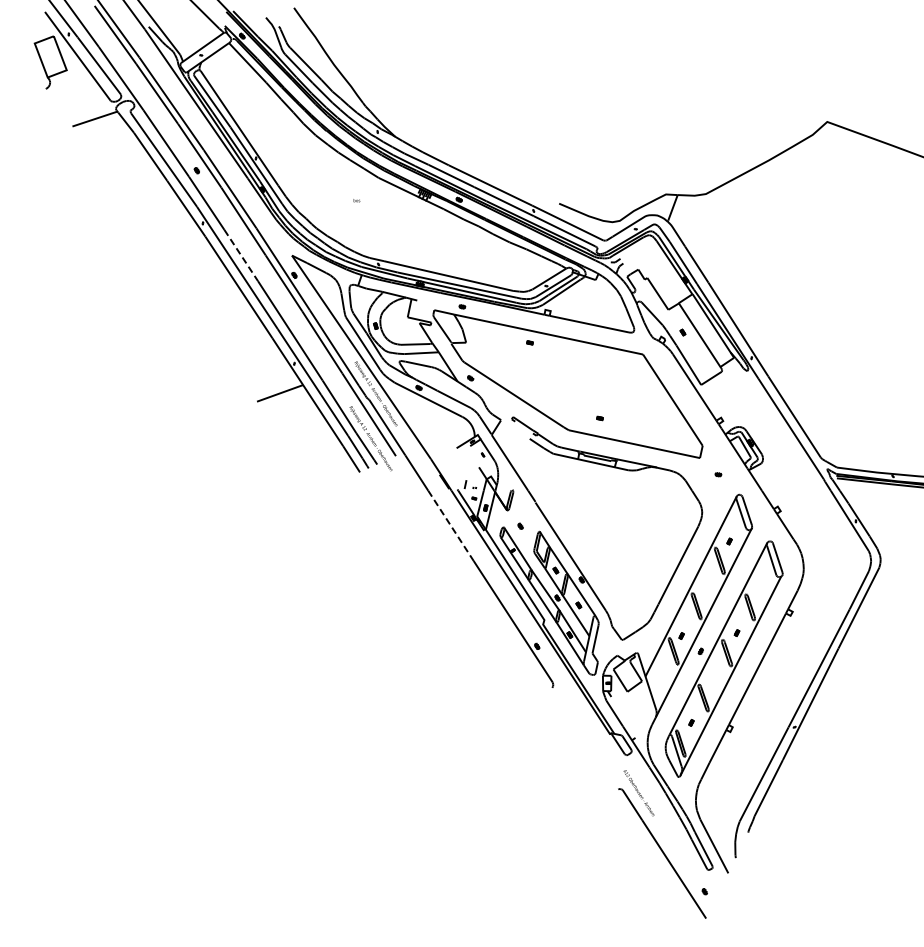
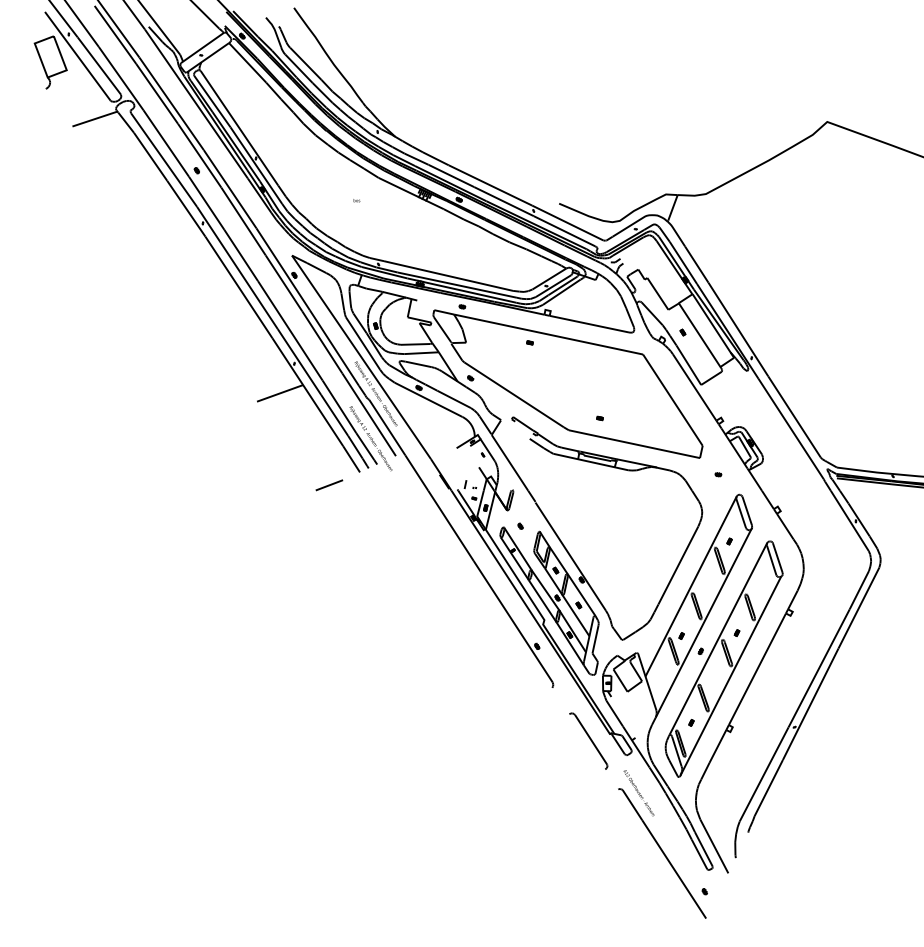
line at (241, 255): dashed -> solid
line at (329, 485): none -> present
line at (450, 525): dashed -> solid
part at (588, 740): none -> present
